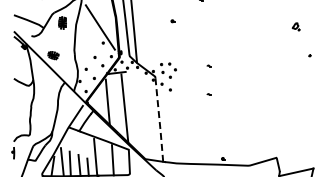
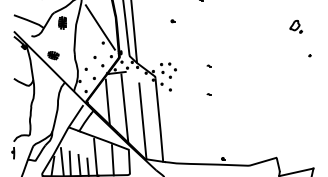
part at (295, 26) size: 10x10 px -> 15x14 px
line at (159, 120): dashed -> solid
line at (142, 121): none -> present
